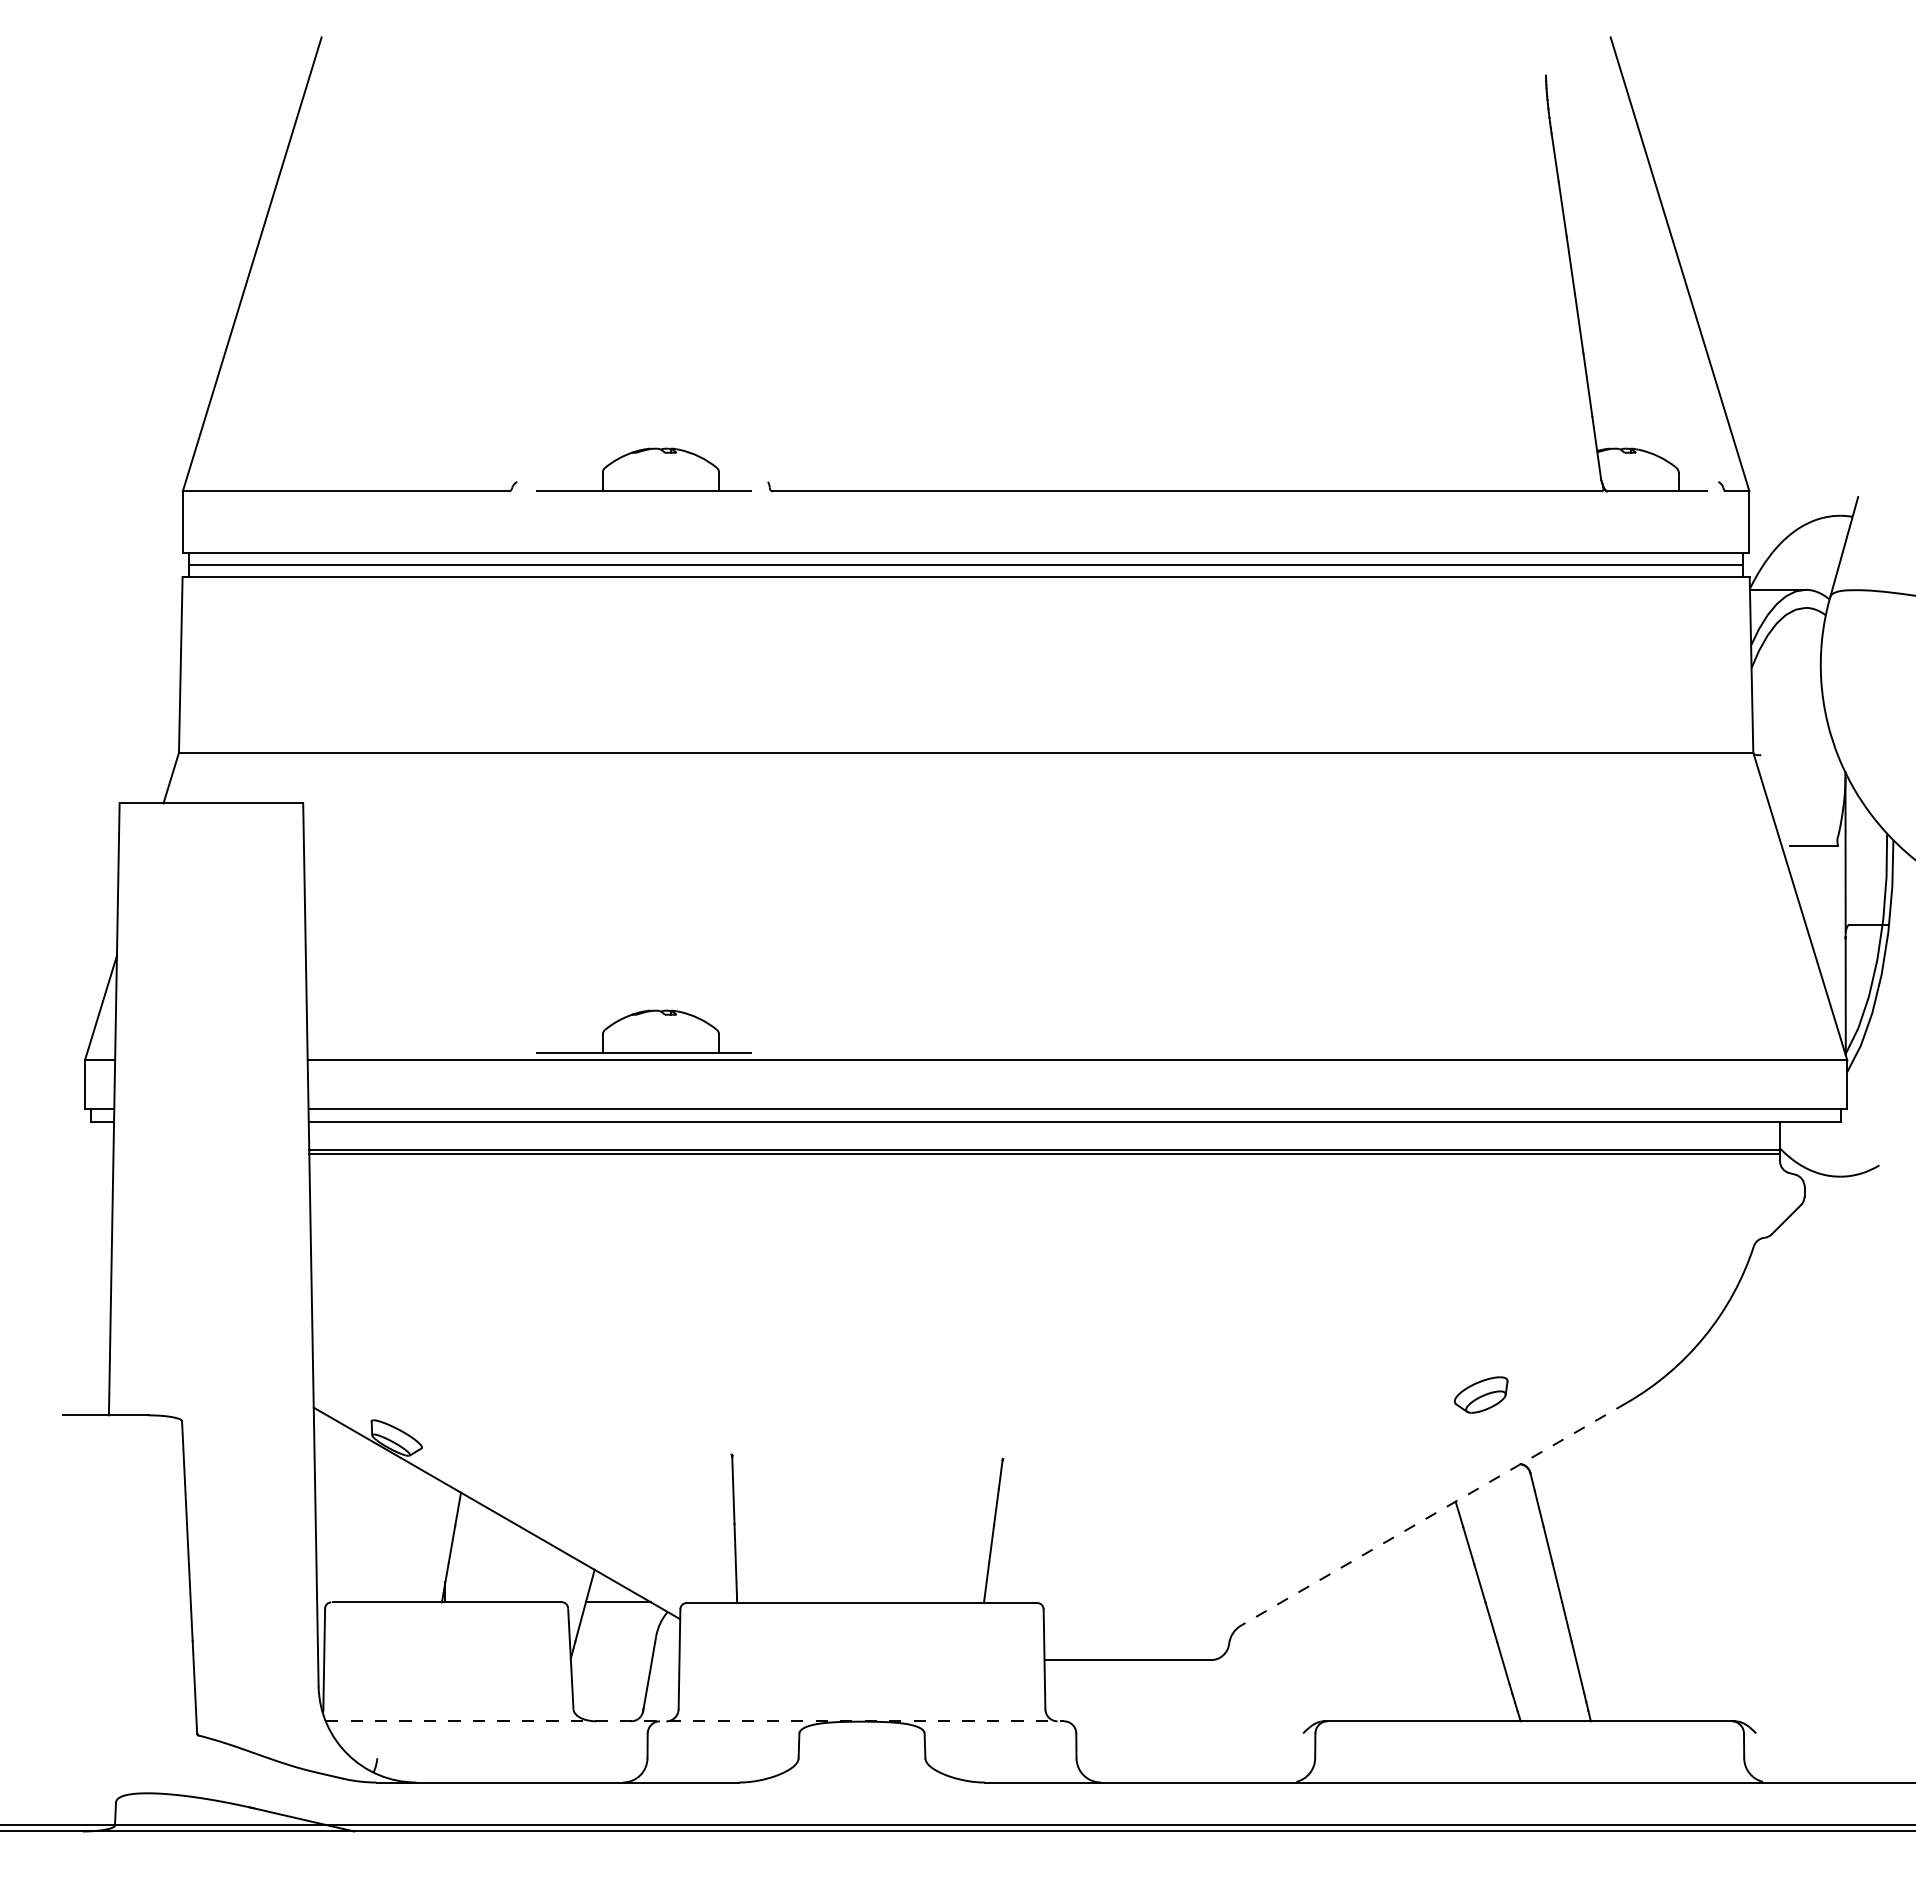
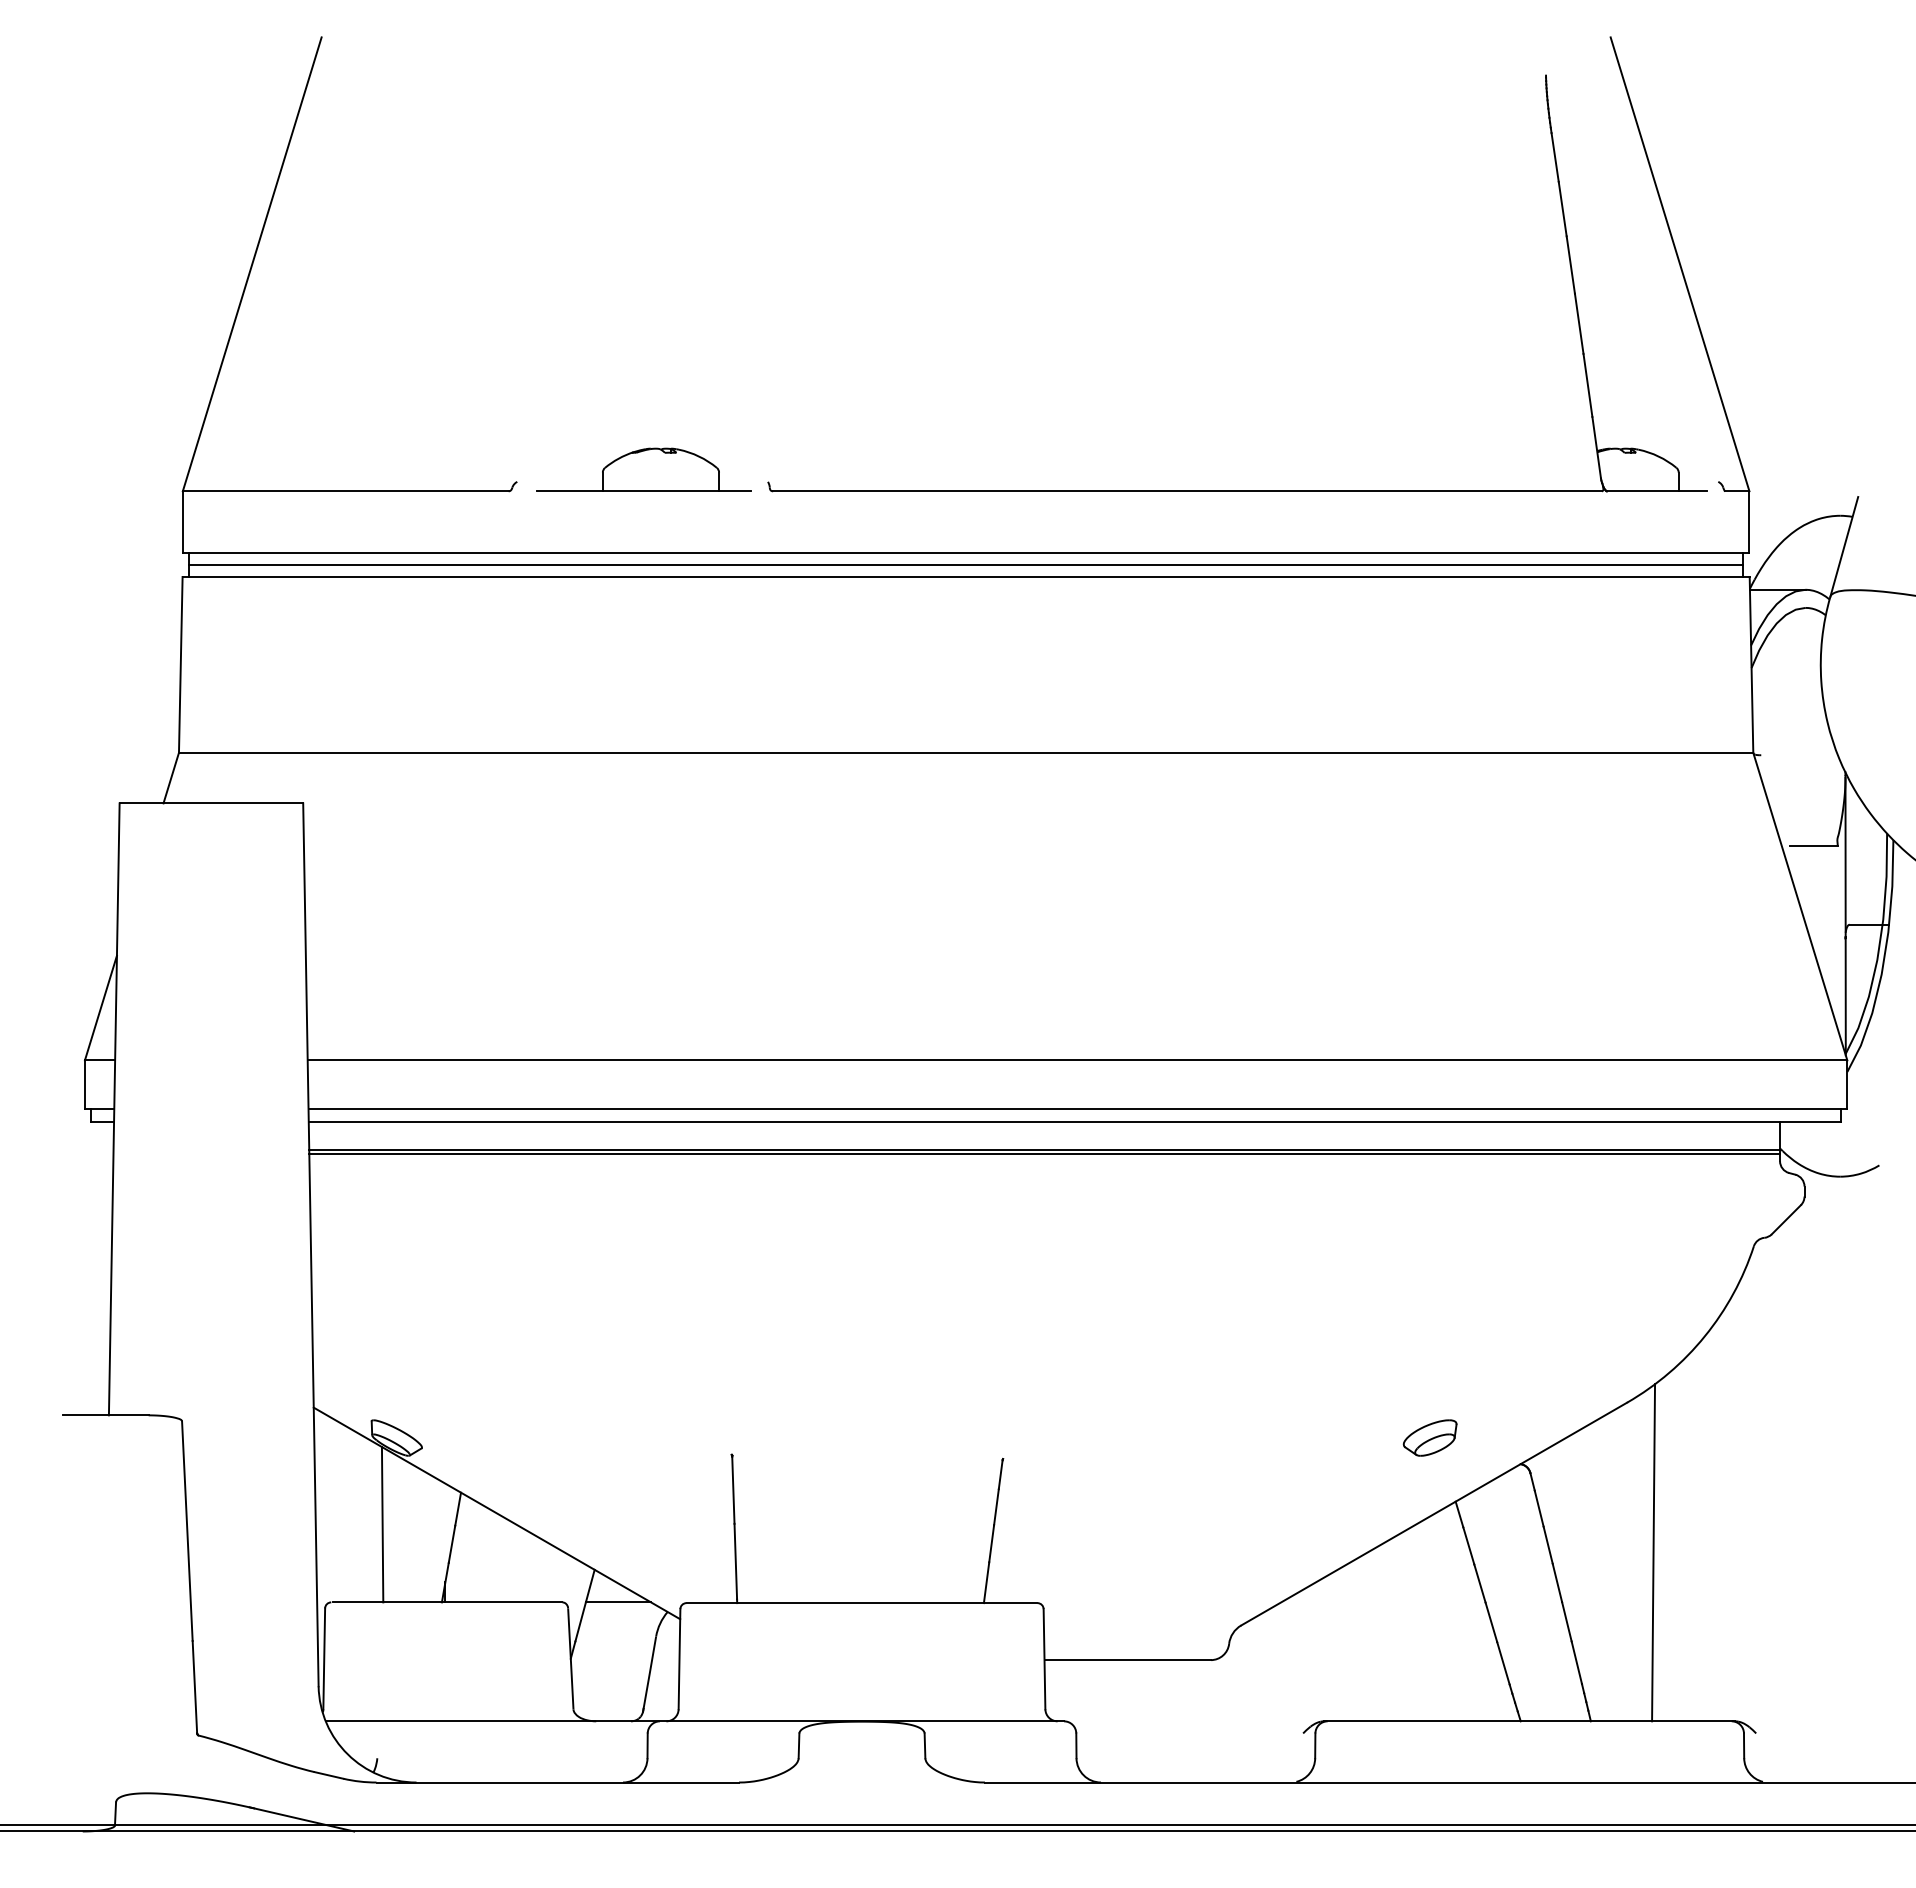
part at (643, 1031): present -> none
part at (1480, 1394) position: (1480, 1394) -> (1429, 1437)
line at (1434, 1514): dashed -> solid
line at (382, 1524): none -> present
line at (1653, 1552): none -> present
line at (695, 1721): dashed -> solid
